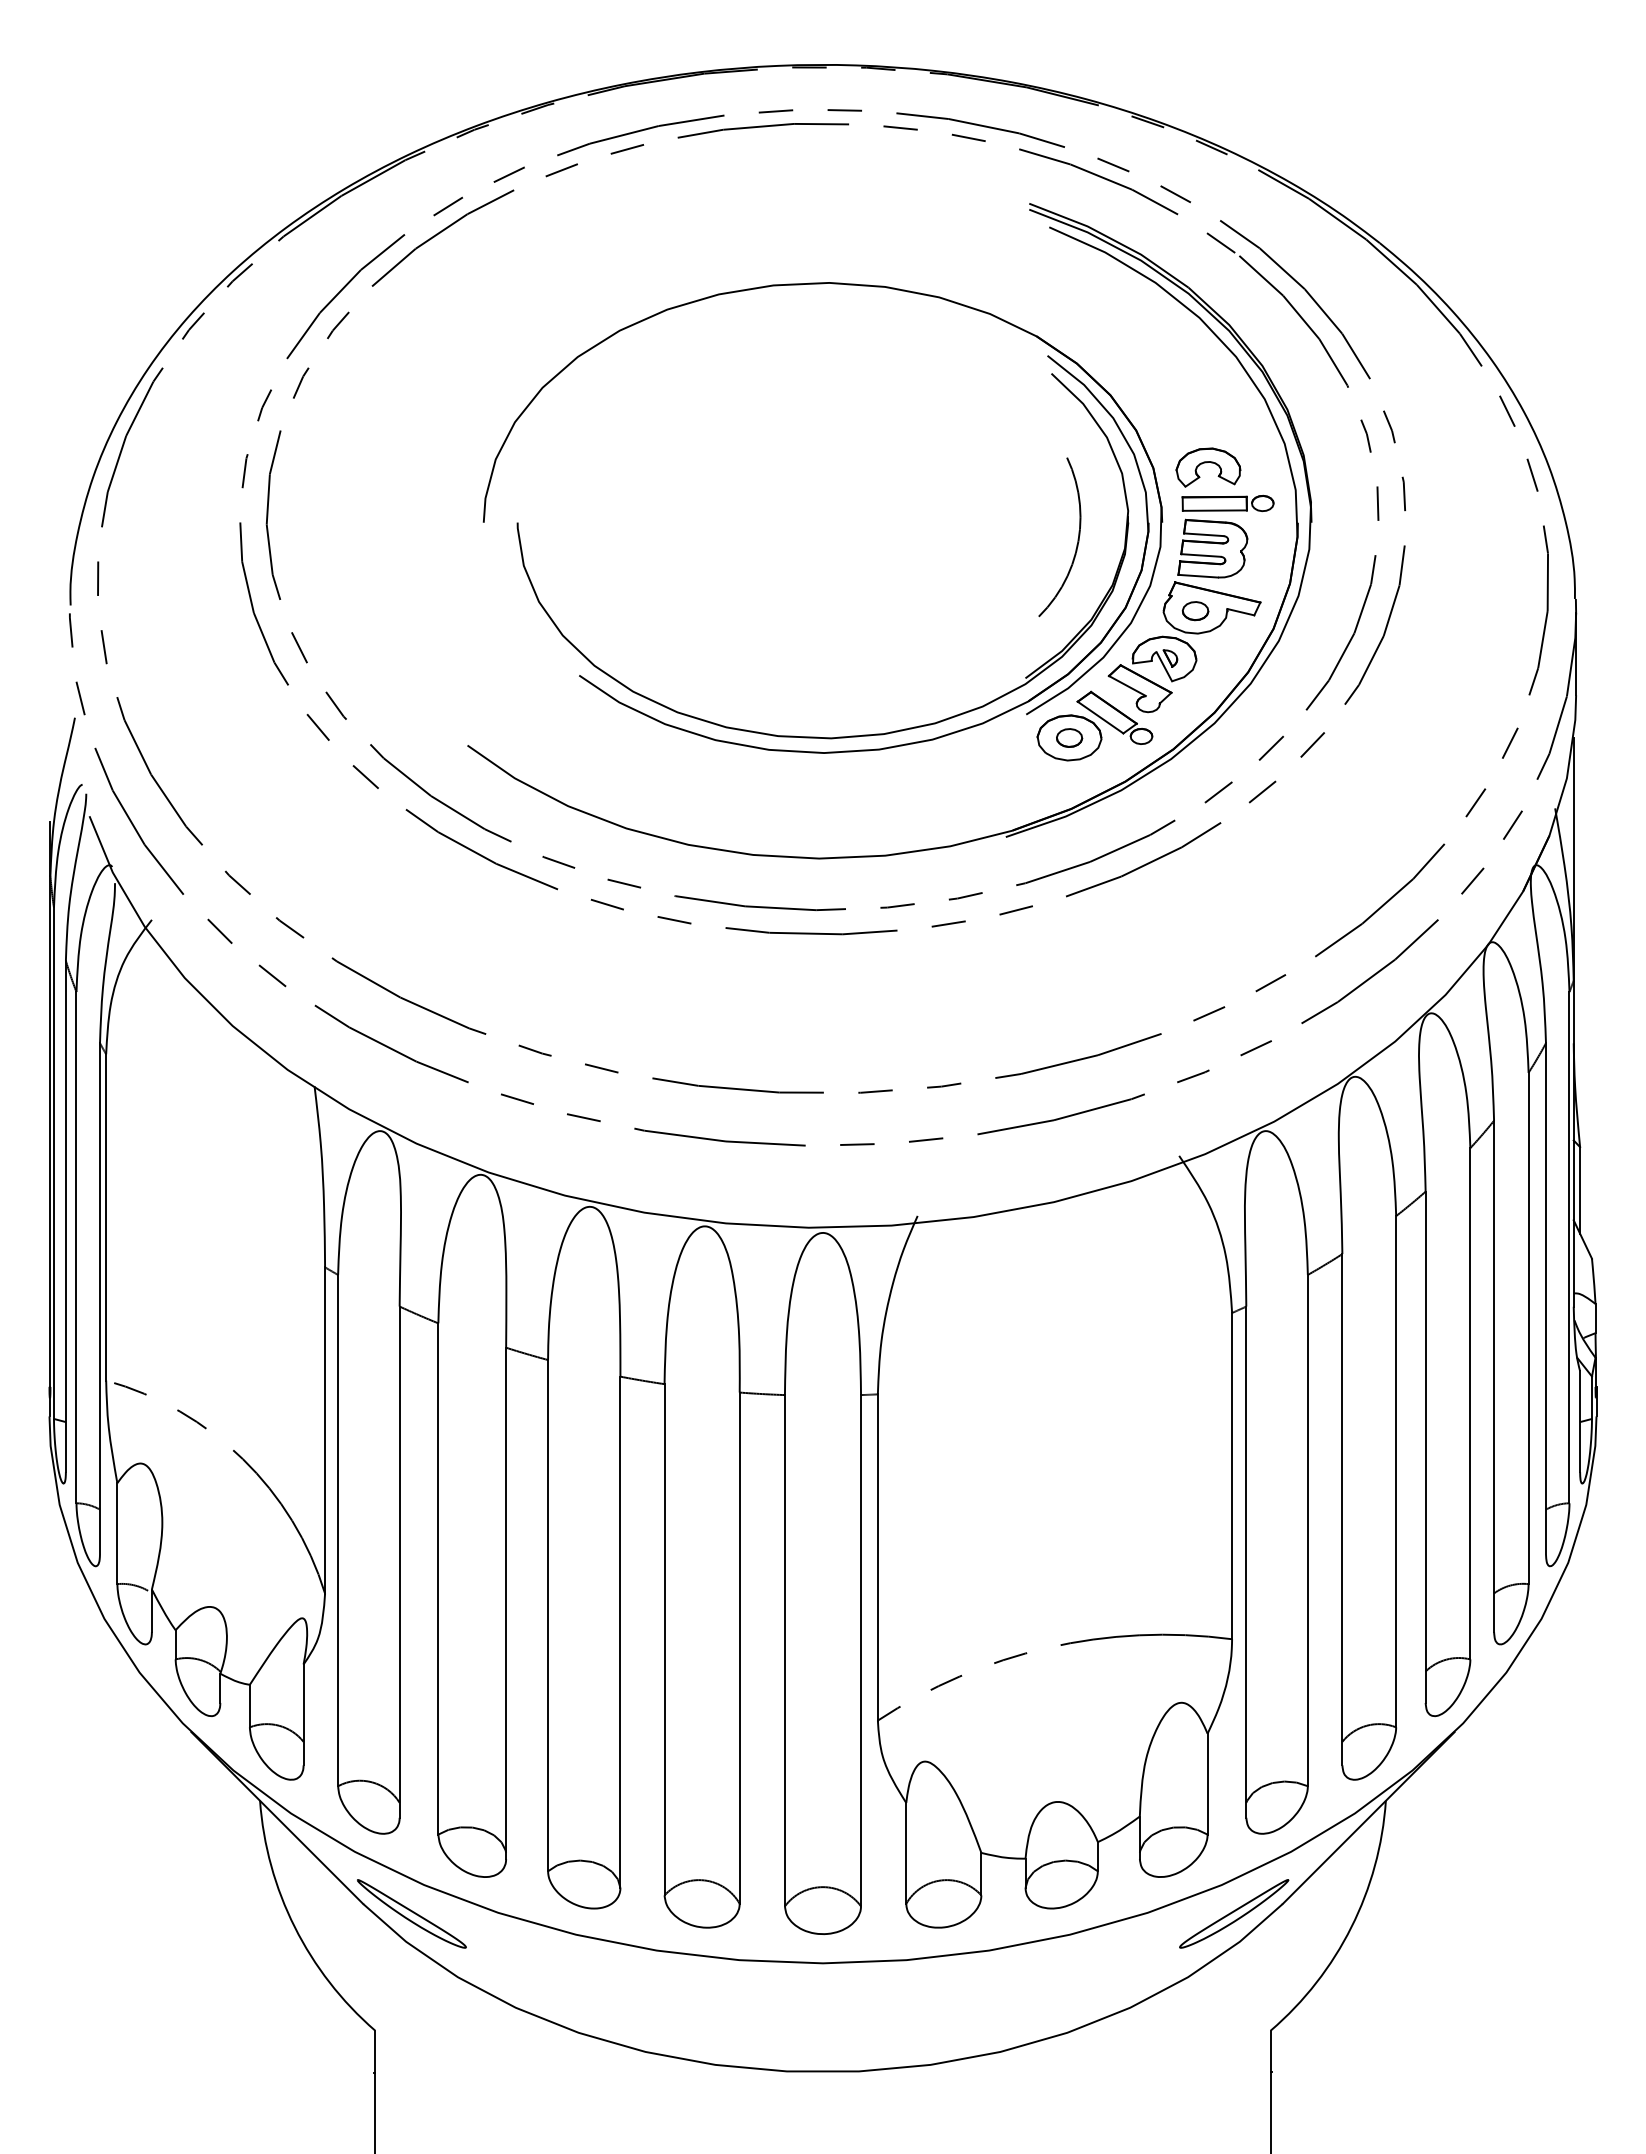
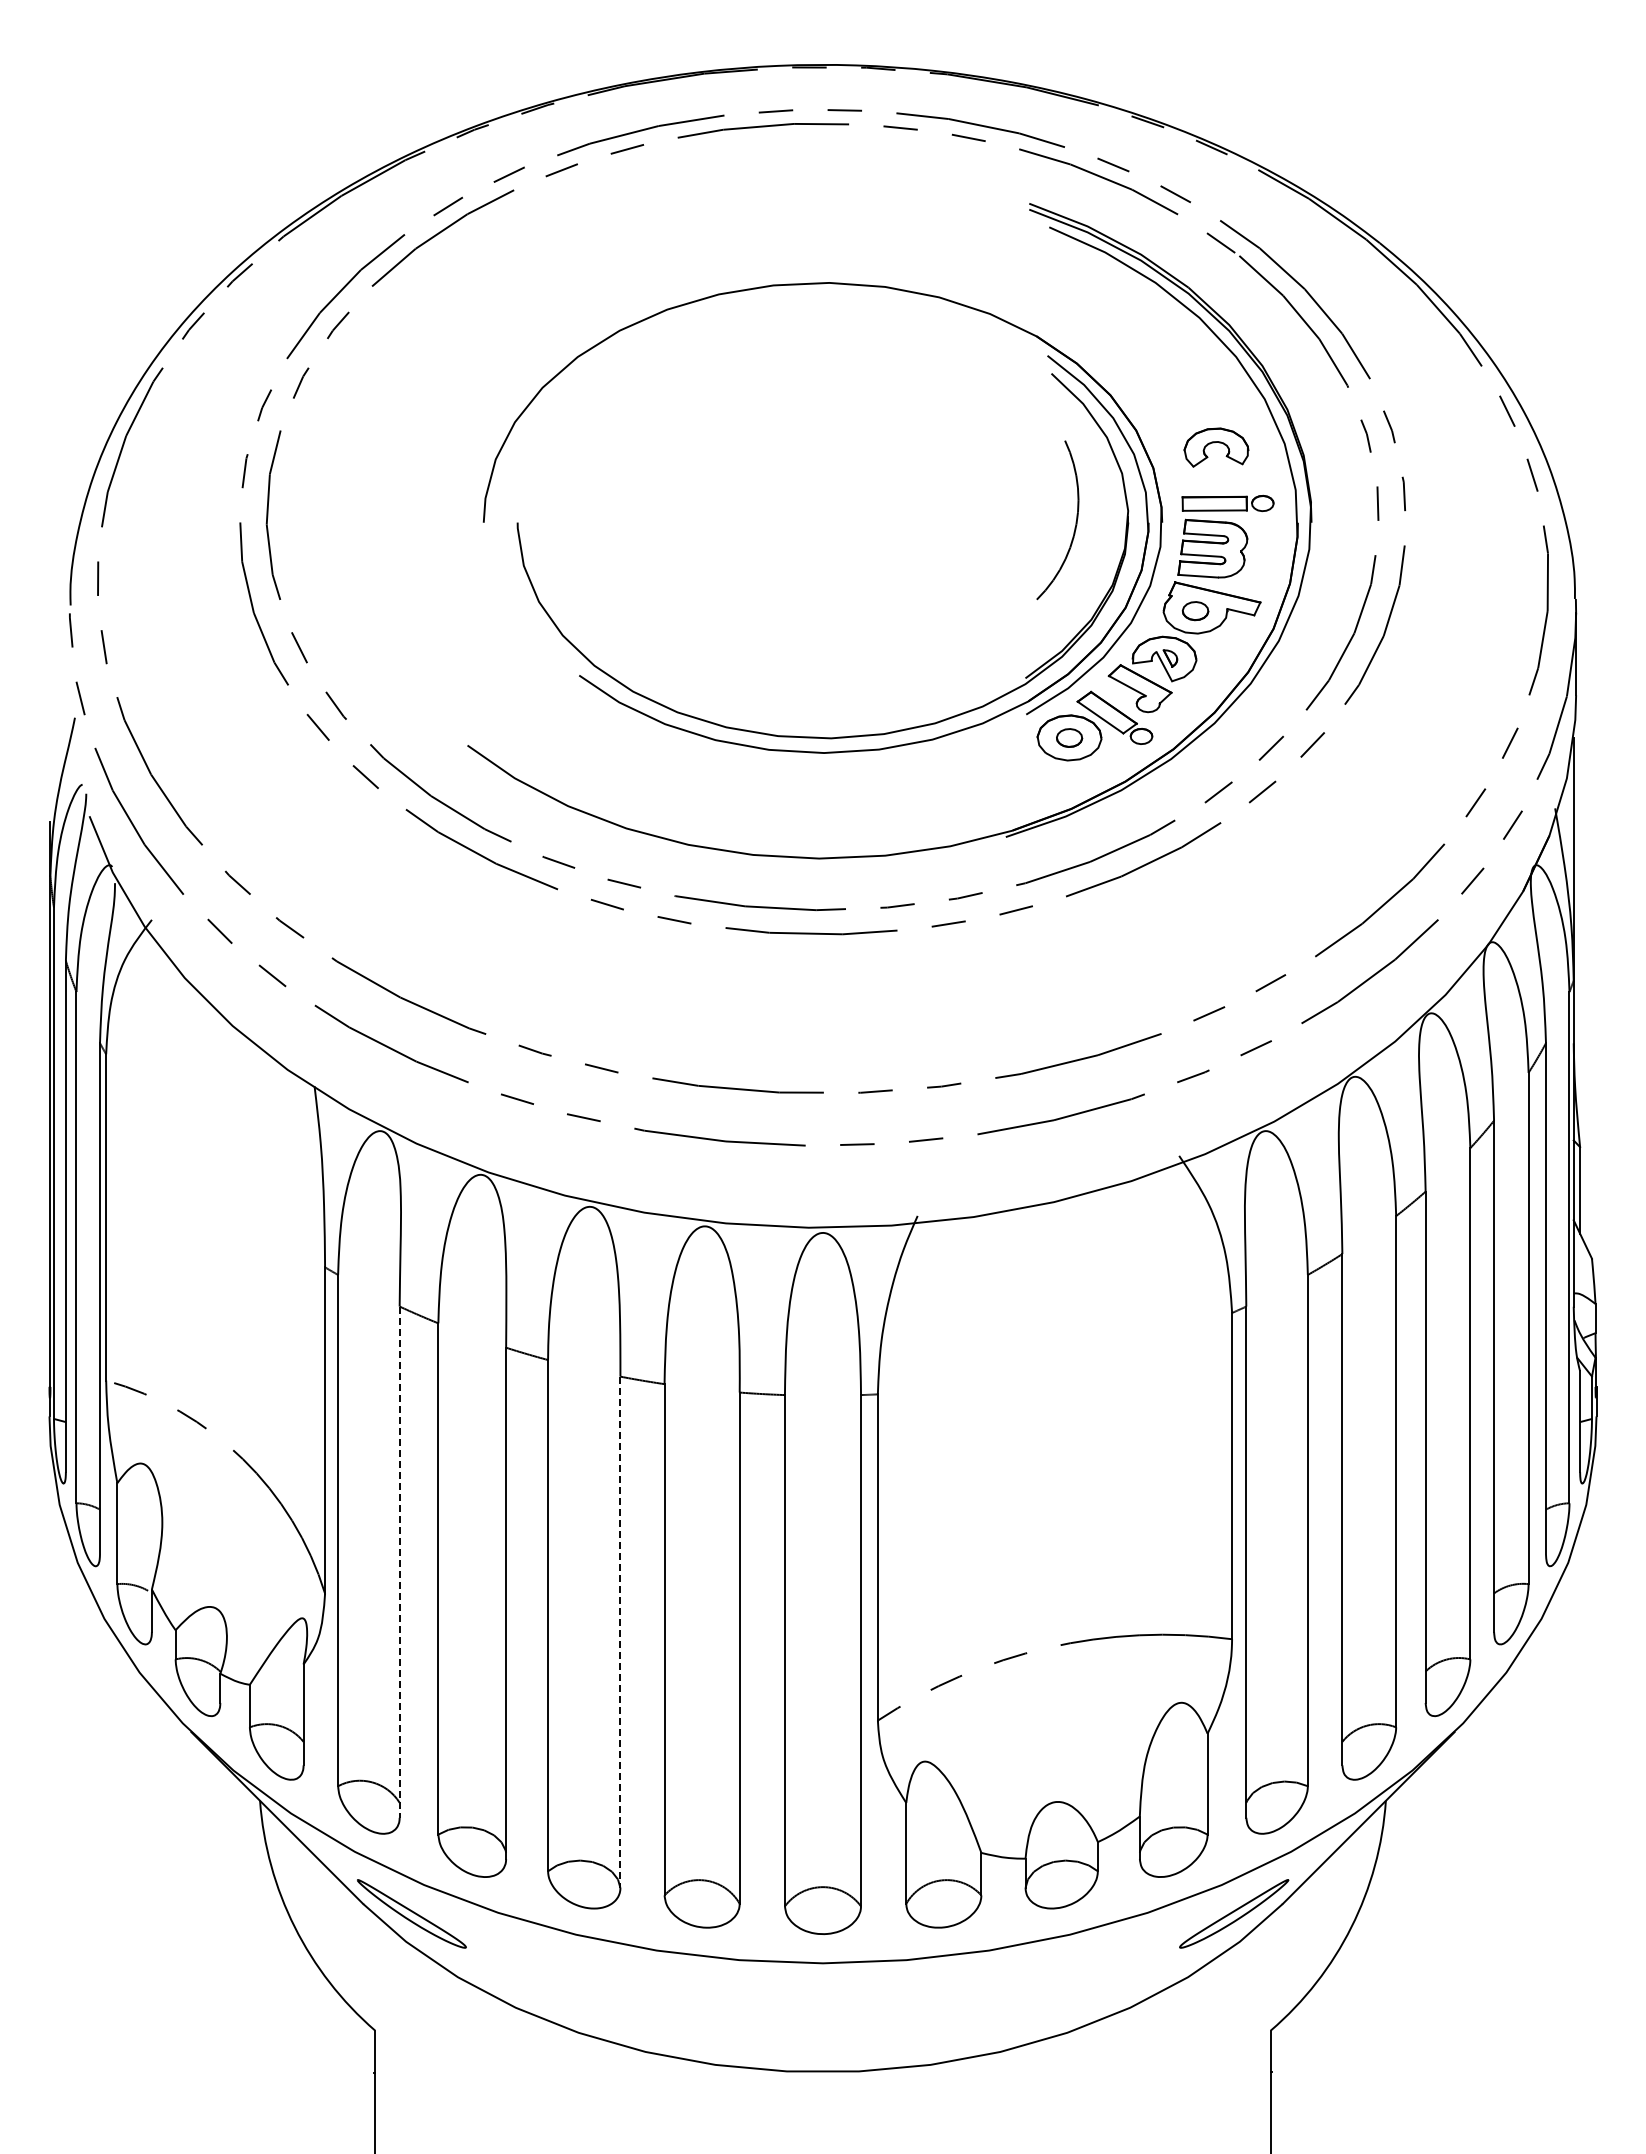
part at (1208, 467) position: (1208, 467) -> (1216, 447)
arc at (1077, 538) position: (1077, 538) -> (1075, 521)
line at (399, 1562): solid -> dashed
line at (620, 1632): solid -> dashed
